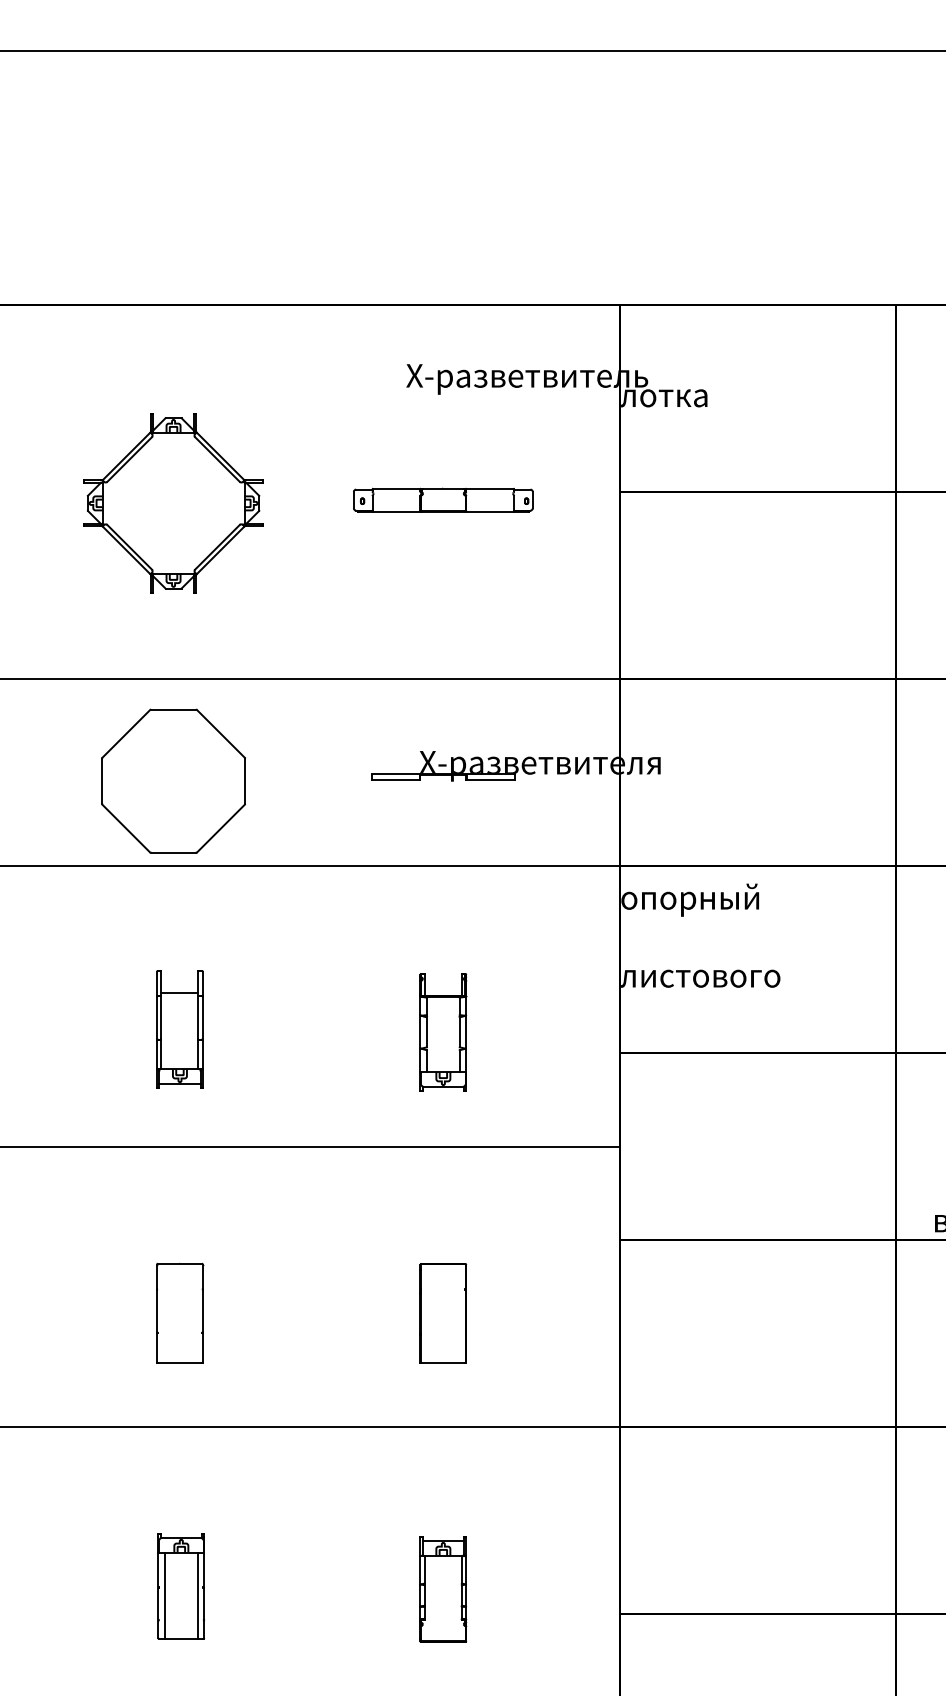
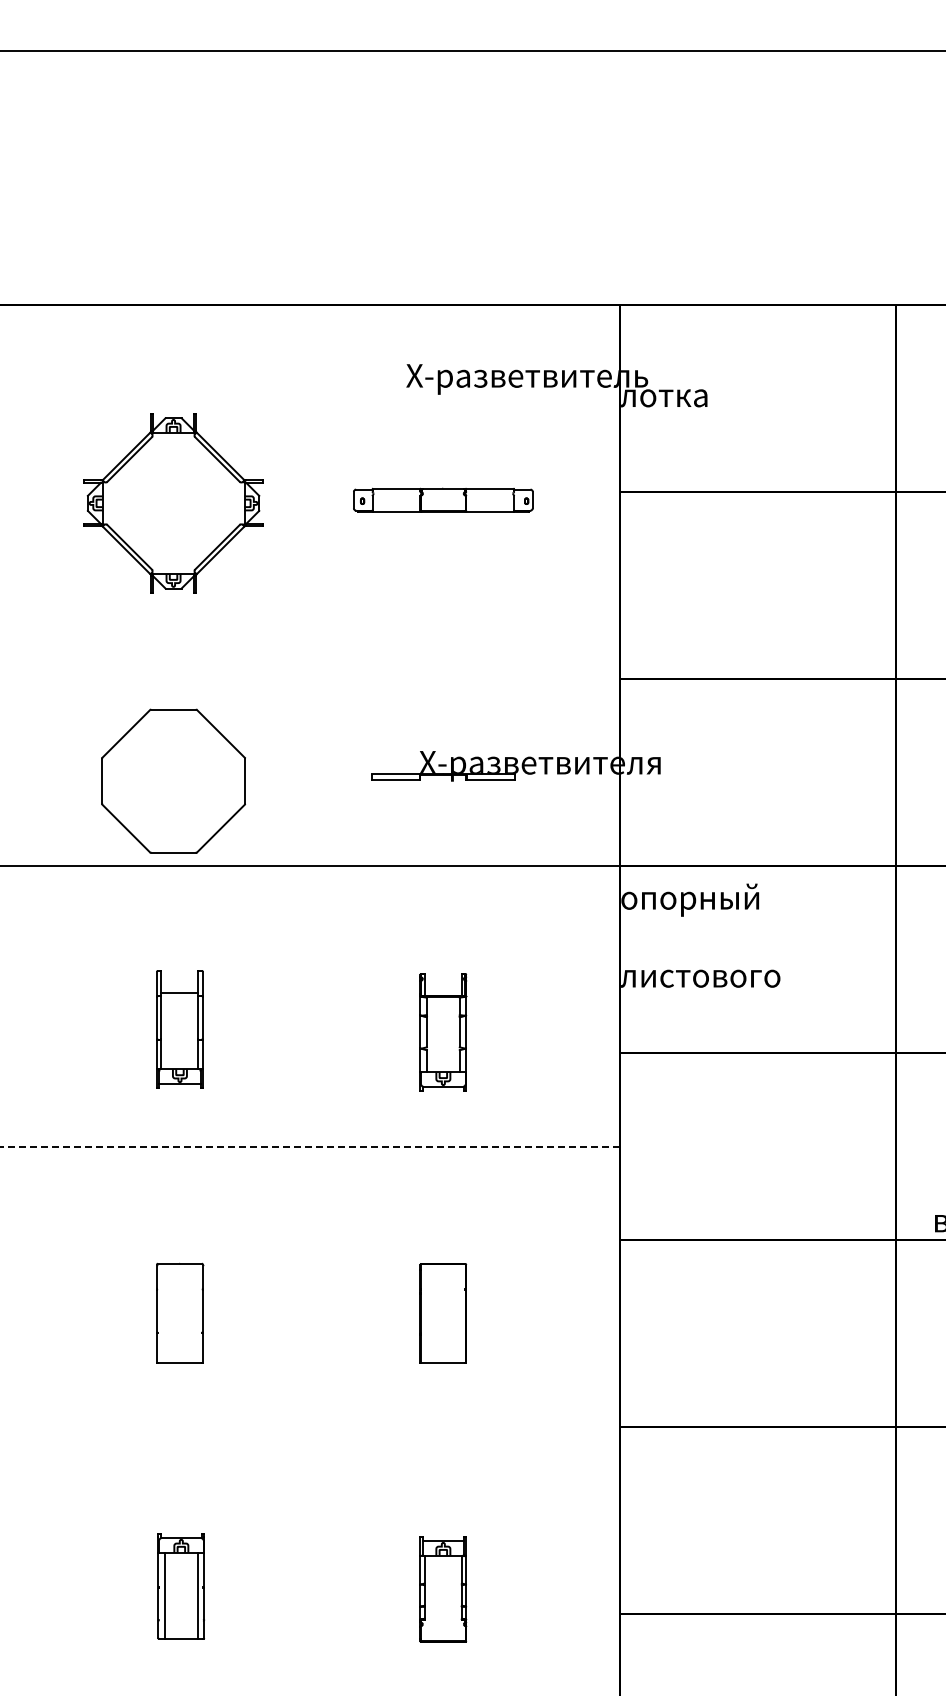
line at (310, 679): present -> none
line at (310, 1146): solid -> dashed
line at (310, 1427): present -> none
